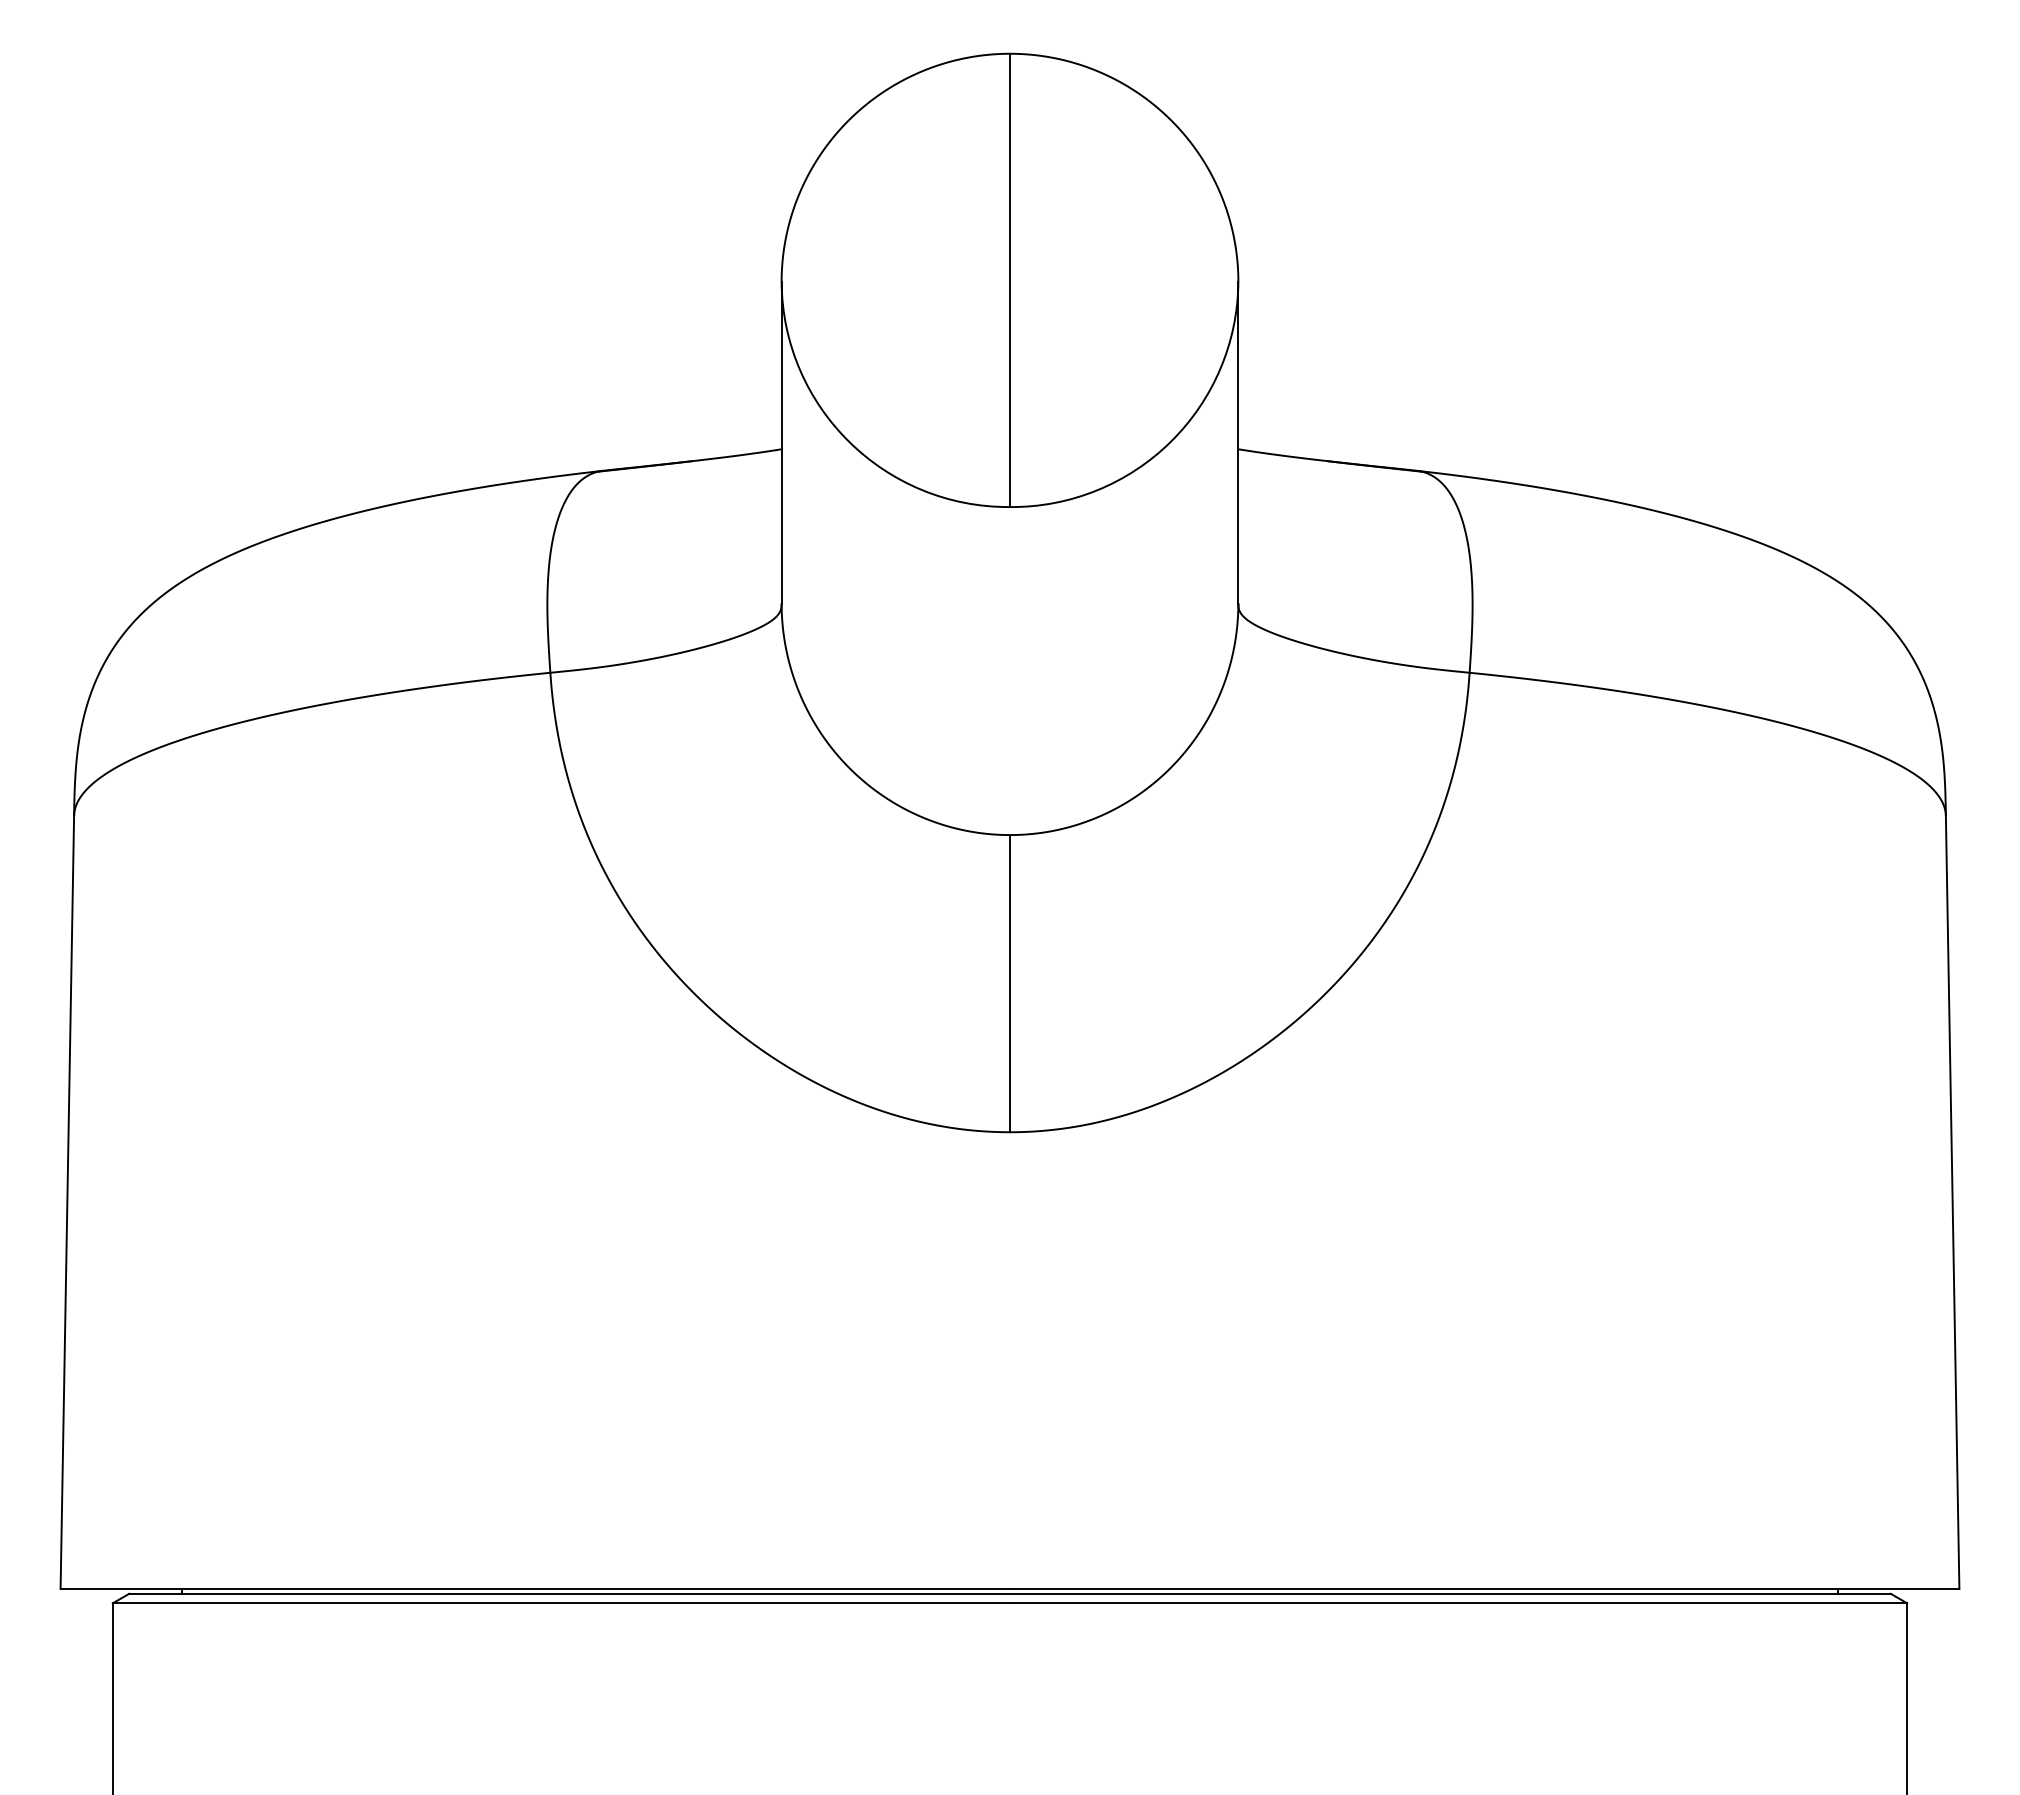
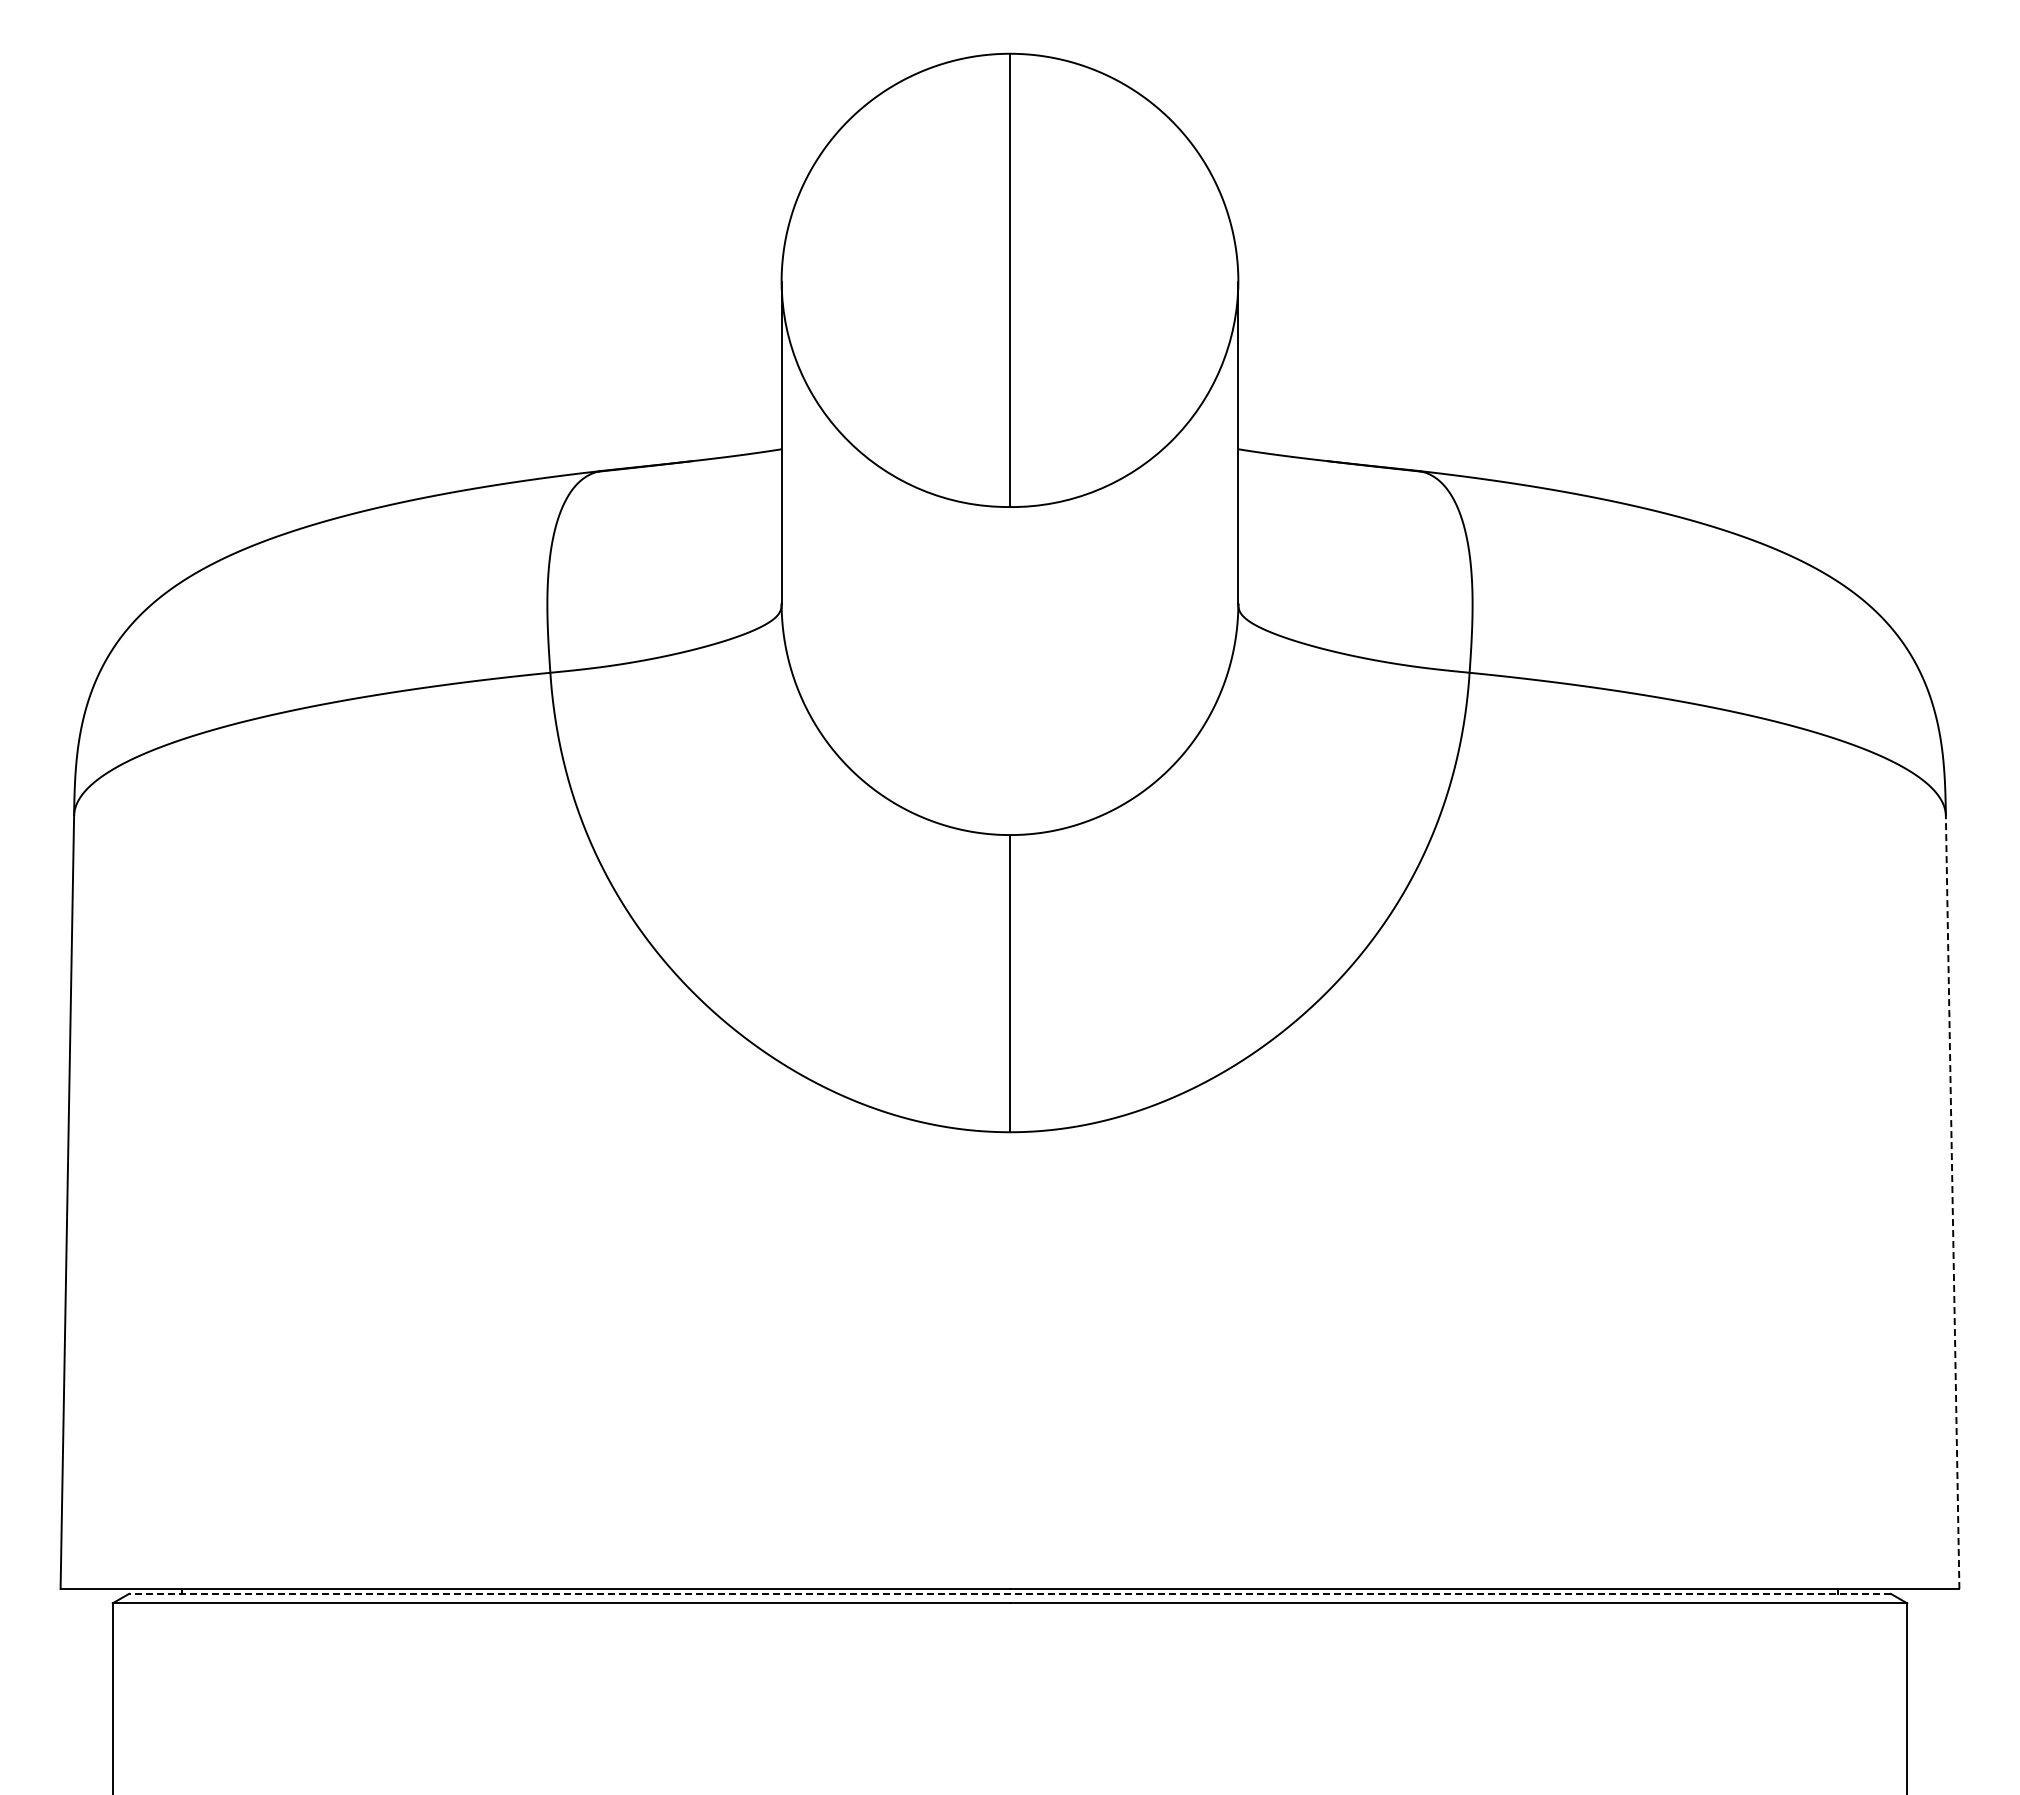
line at (1952, 1202): solid -> dashed
line at (1010, 1593): solid -> dashed
